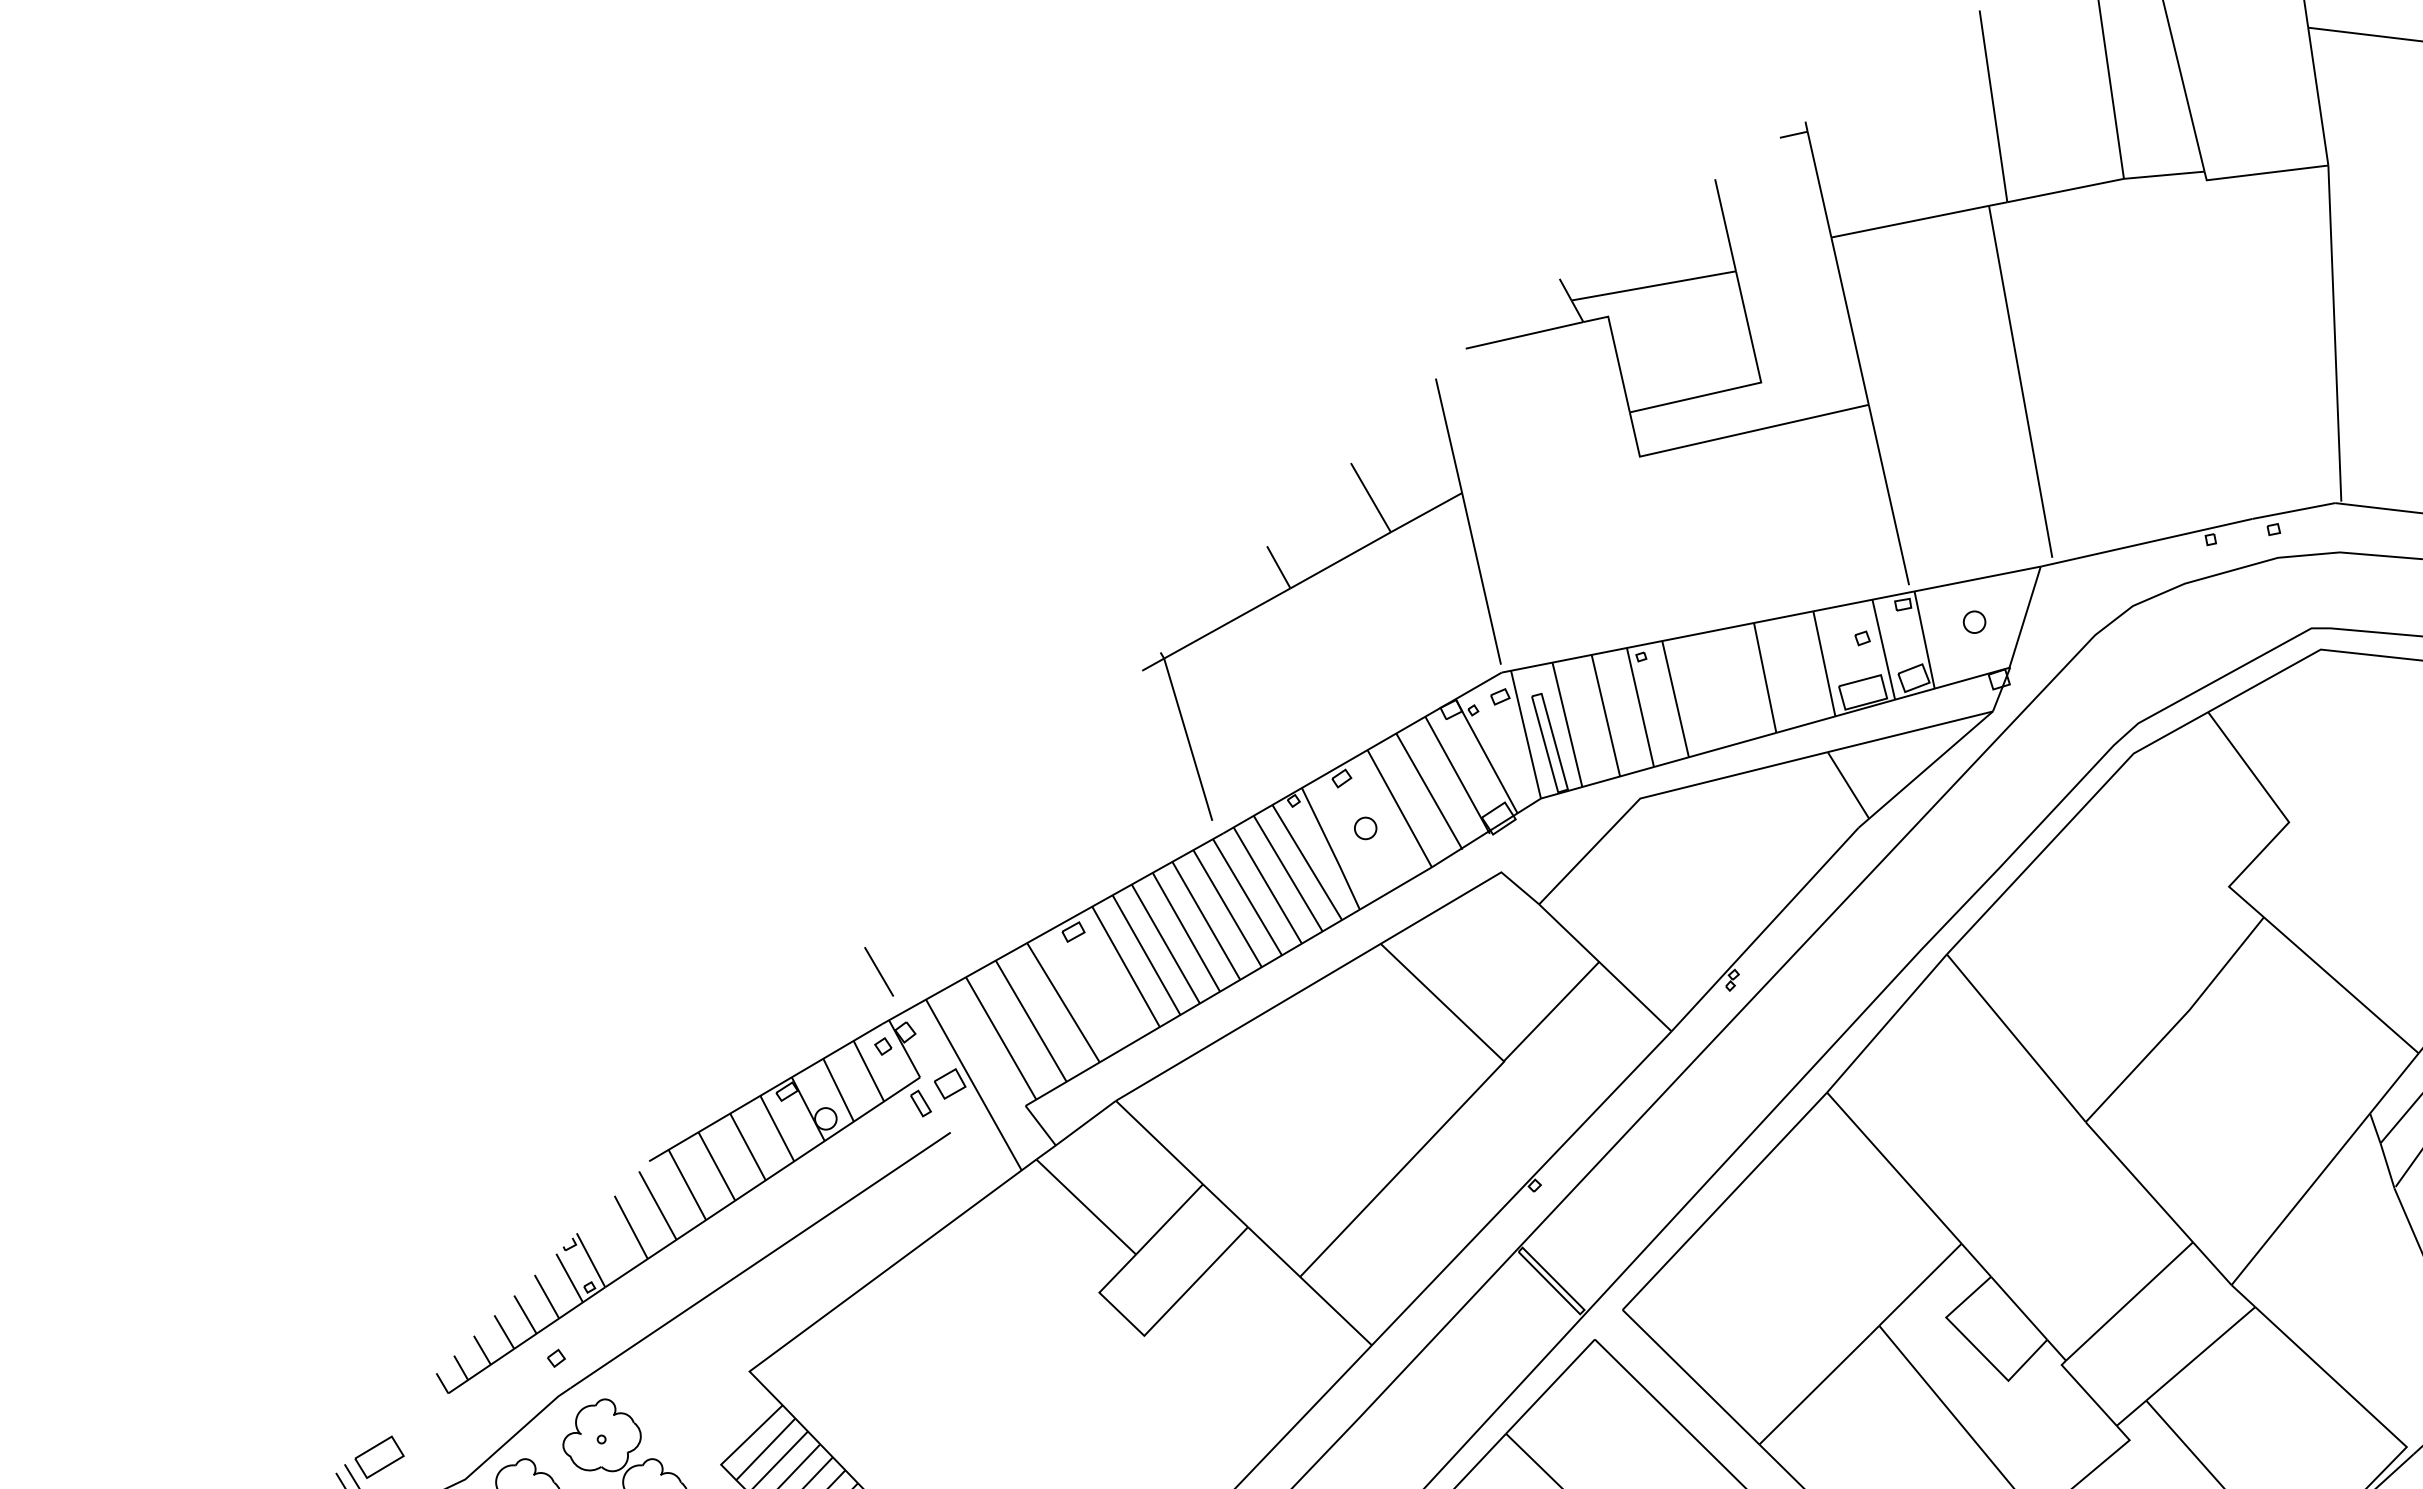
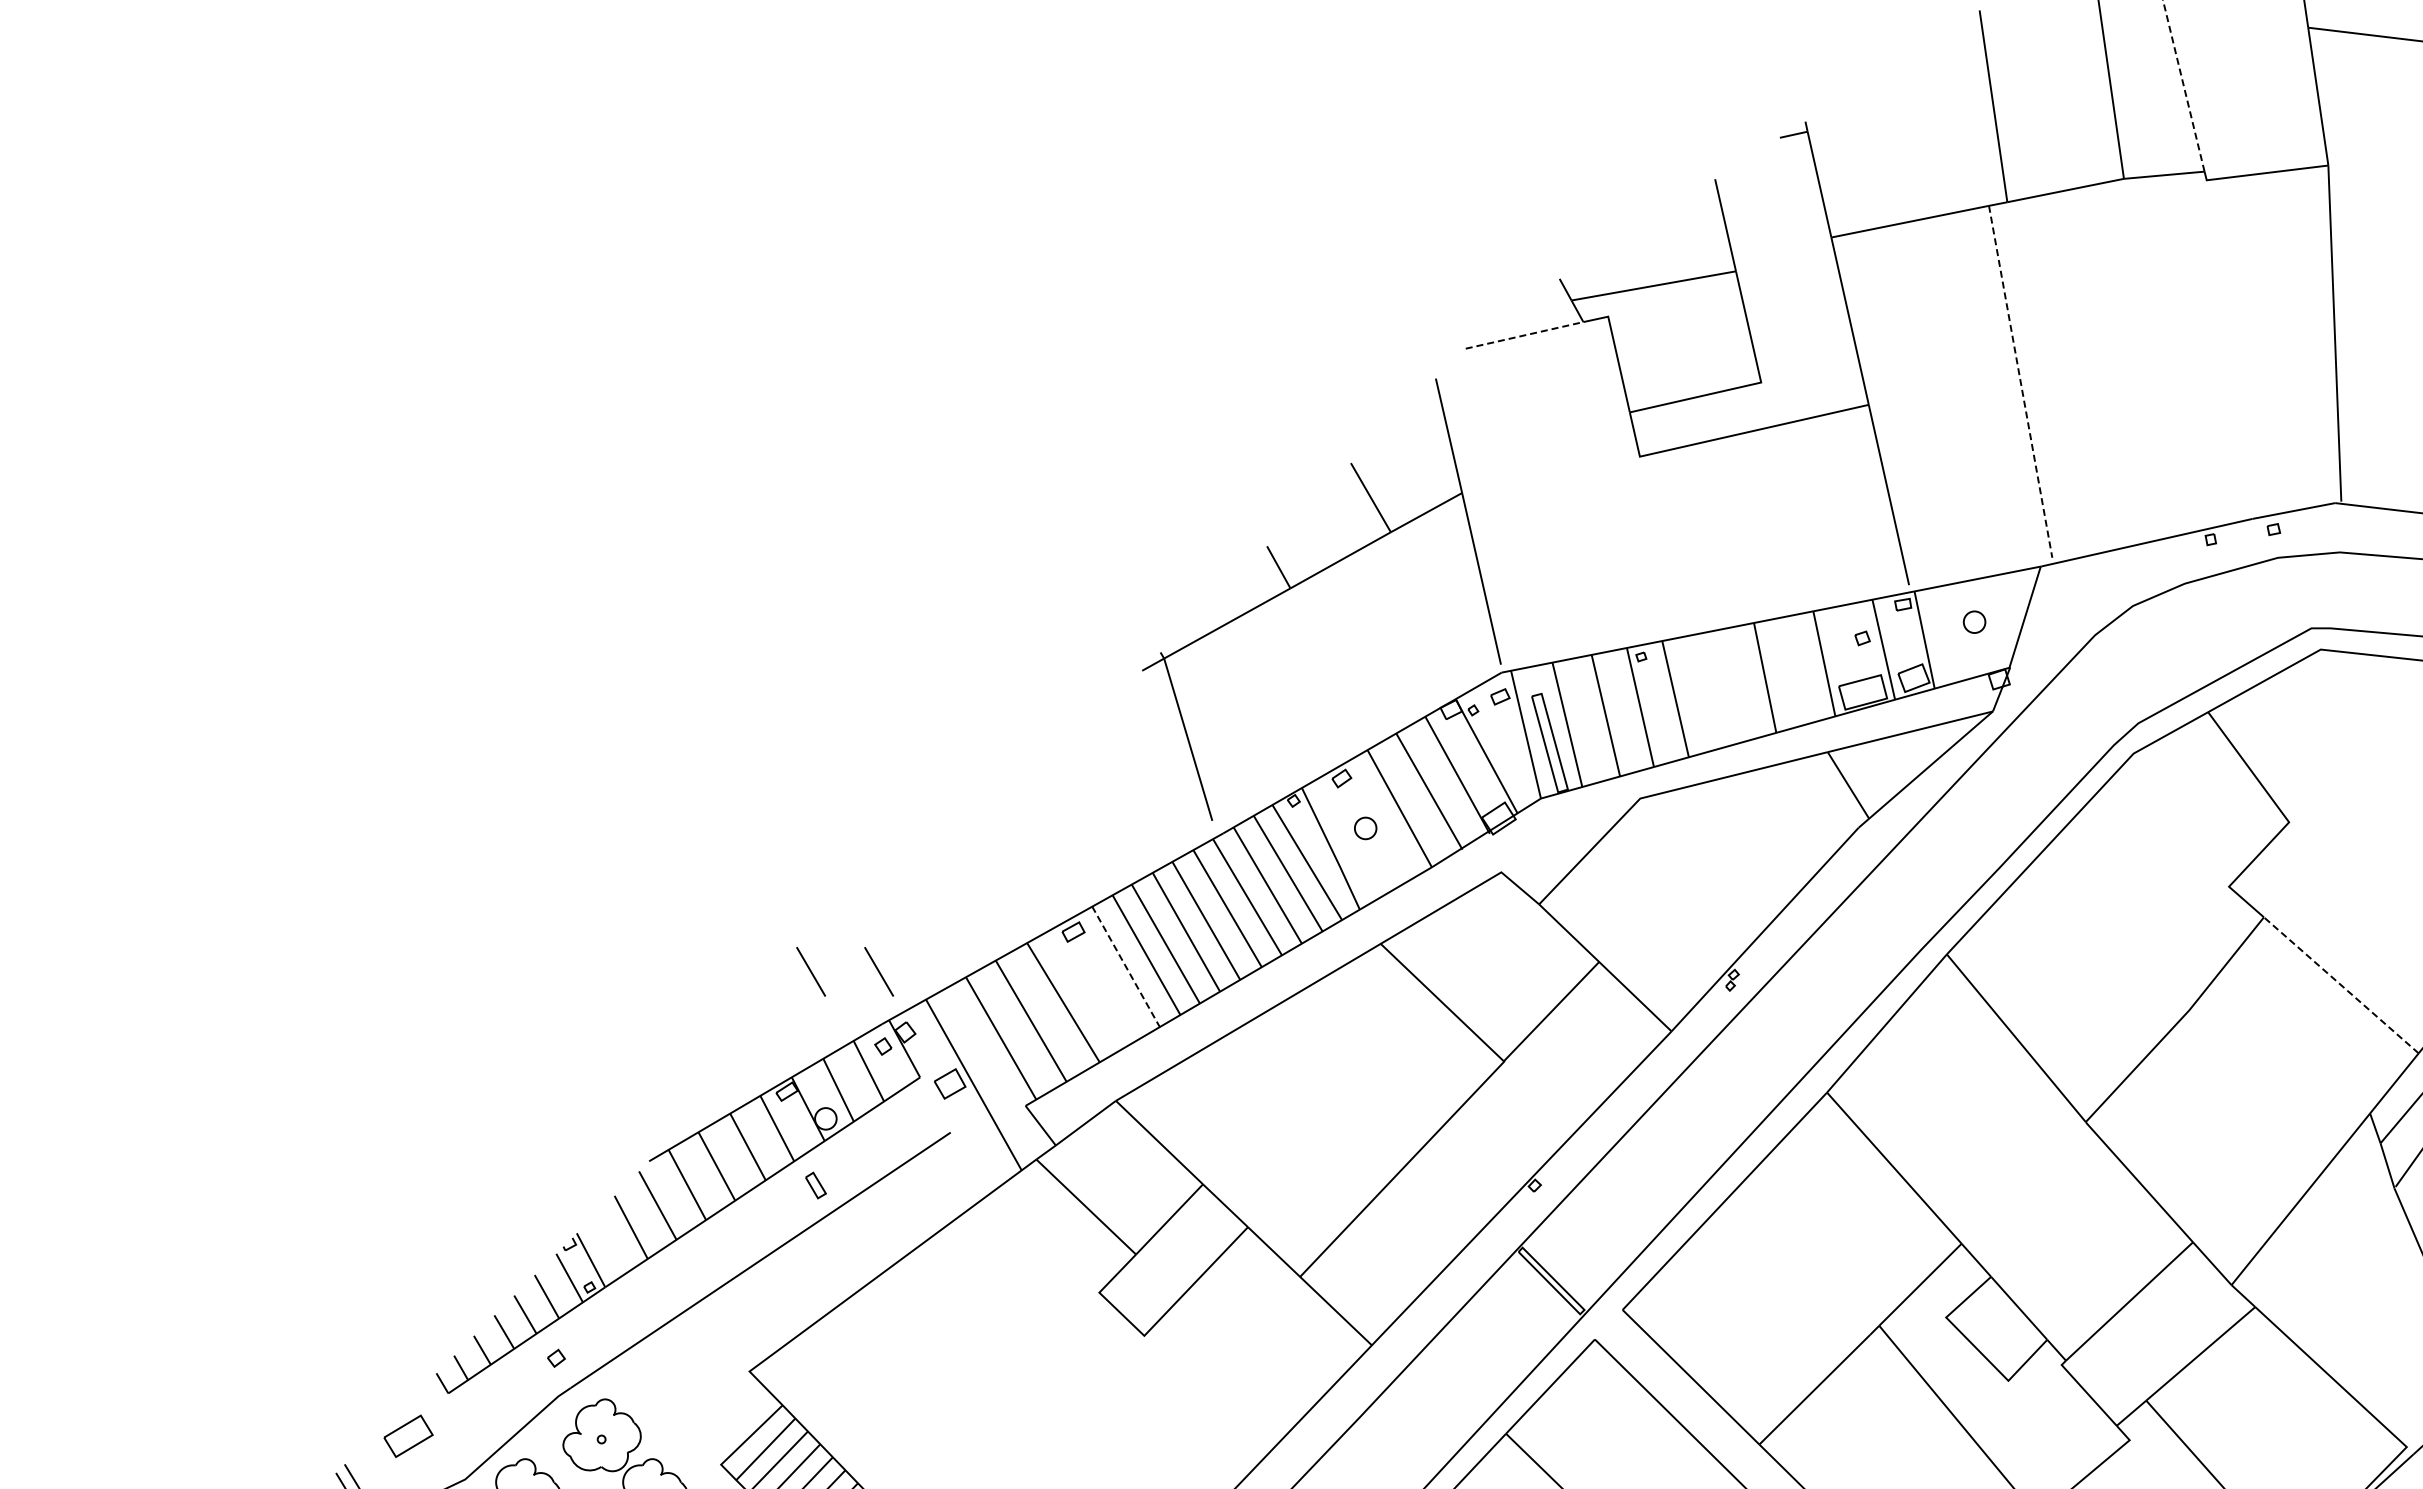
line at (2183, 86): solid -> dashed
line at (1525, 335): solid -> dashed
line at (2020, 381): solid -> dashed
line at (1126, 967): solid -> dashed
line at (810, 971): none -> present
line at (2340, 985): solid -> dashed
part at (920, 1103) position: (920, 1103) -> (815, 1185)
part at (379, 1456) position: (379, 1456) -> (408, 1435)
